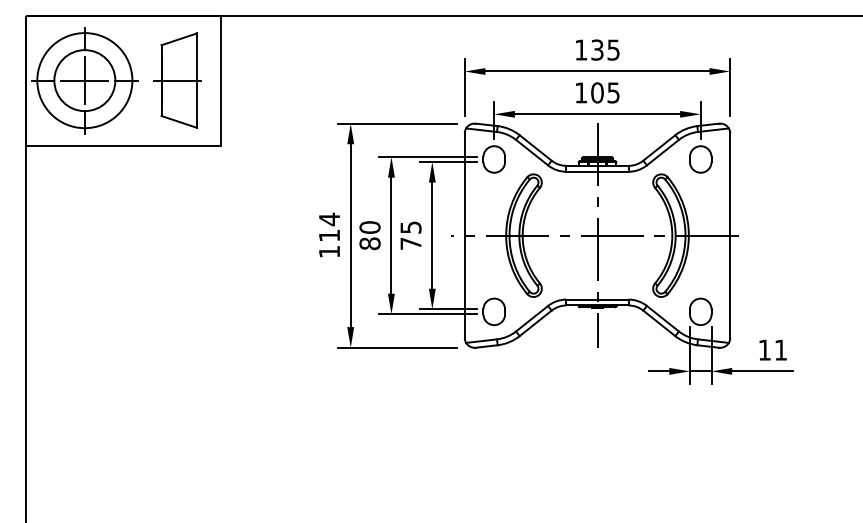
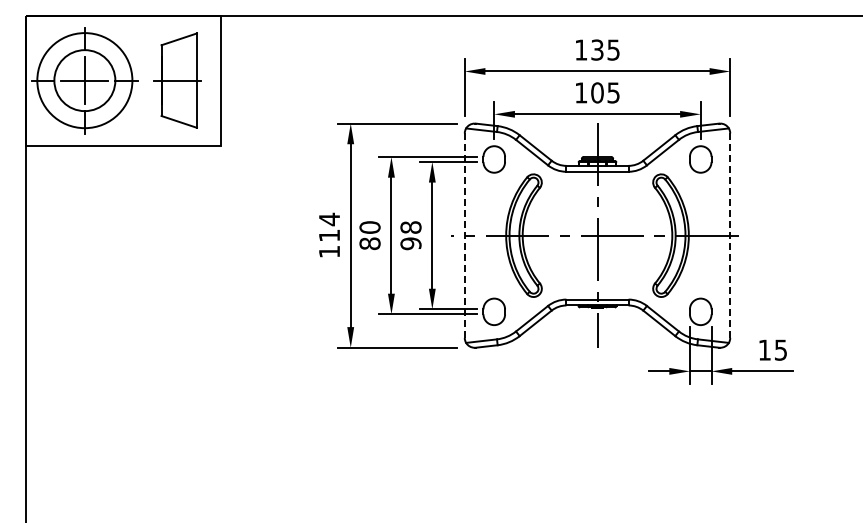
text at (410, 235): 75 -> 98
line at (464, 236): solid -> dashed
line at (730, 236): solid -> dashed
text at (780, 349): 11 -> 15
